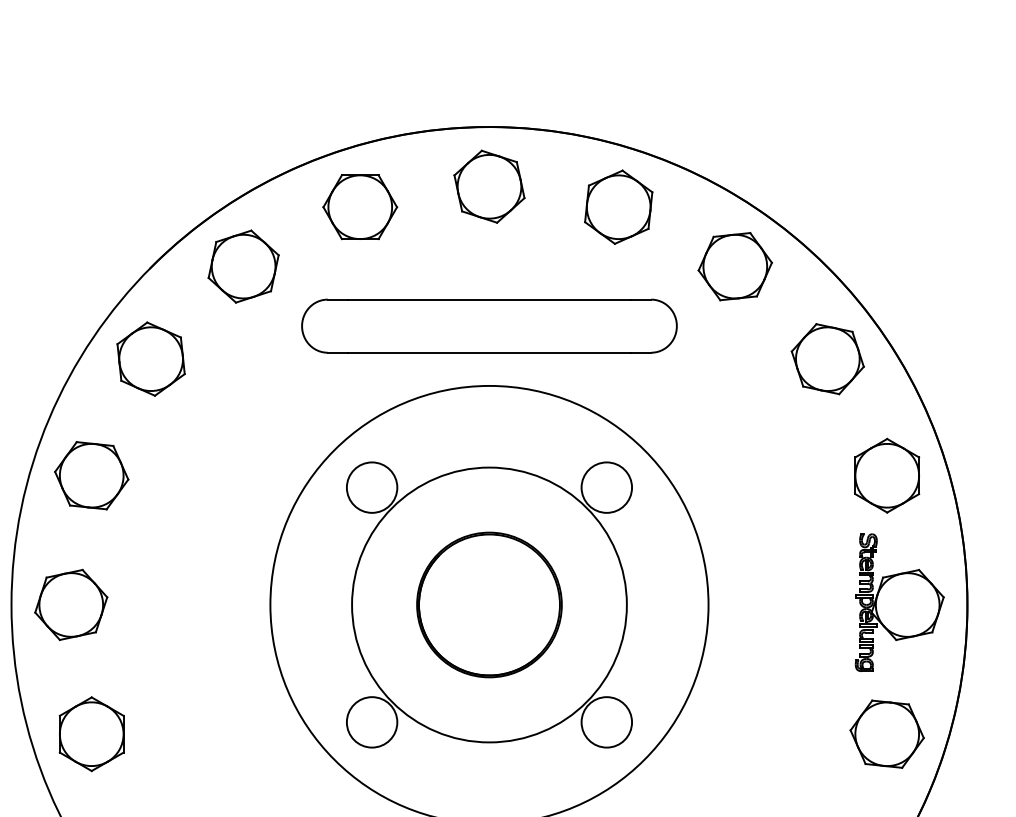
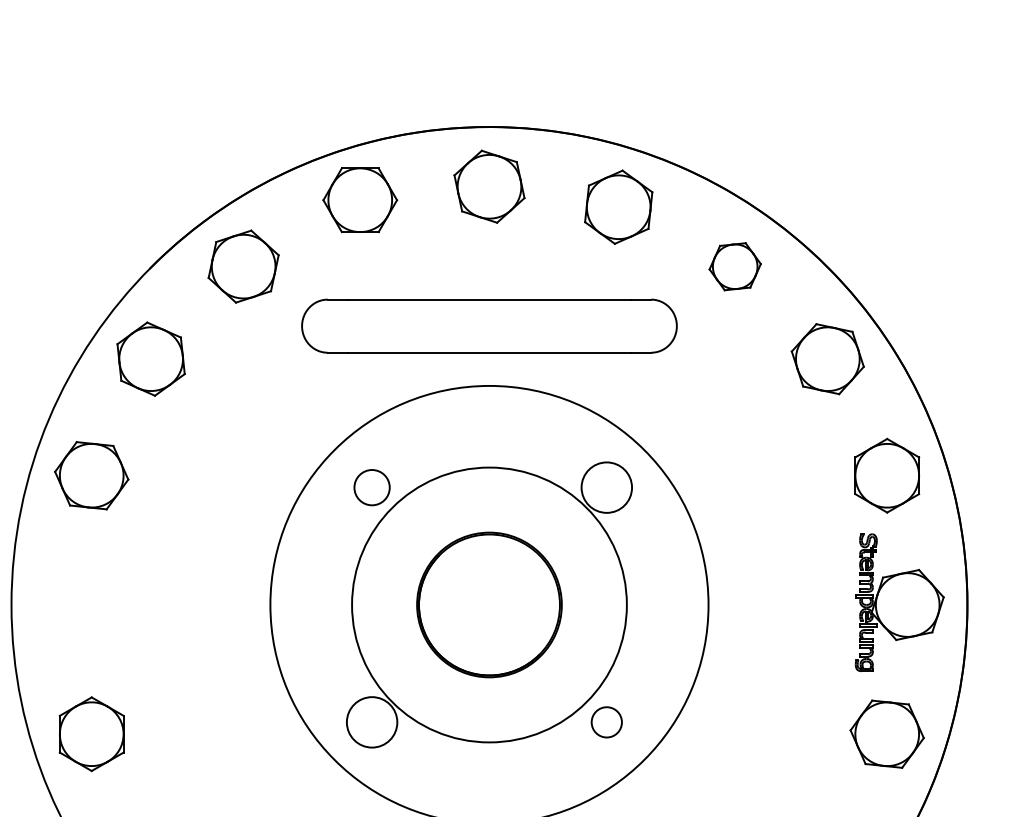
part at (360, 207) position: (360, 207) -> (360, 200)
part at (734, 266) size: 76x70 px -> 54x50 px
circle at (371, 487) diameter: 50 px -> 35 px
part at (71, 604): present -> none
circle at (606, 722) diameter: 50 px -> 30 px
